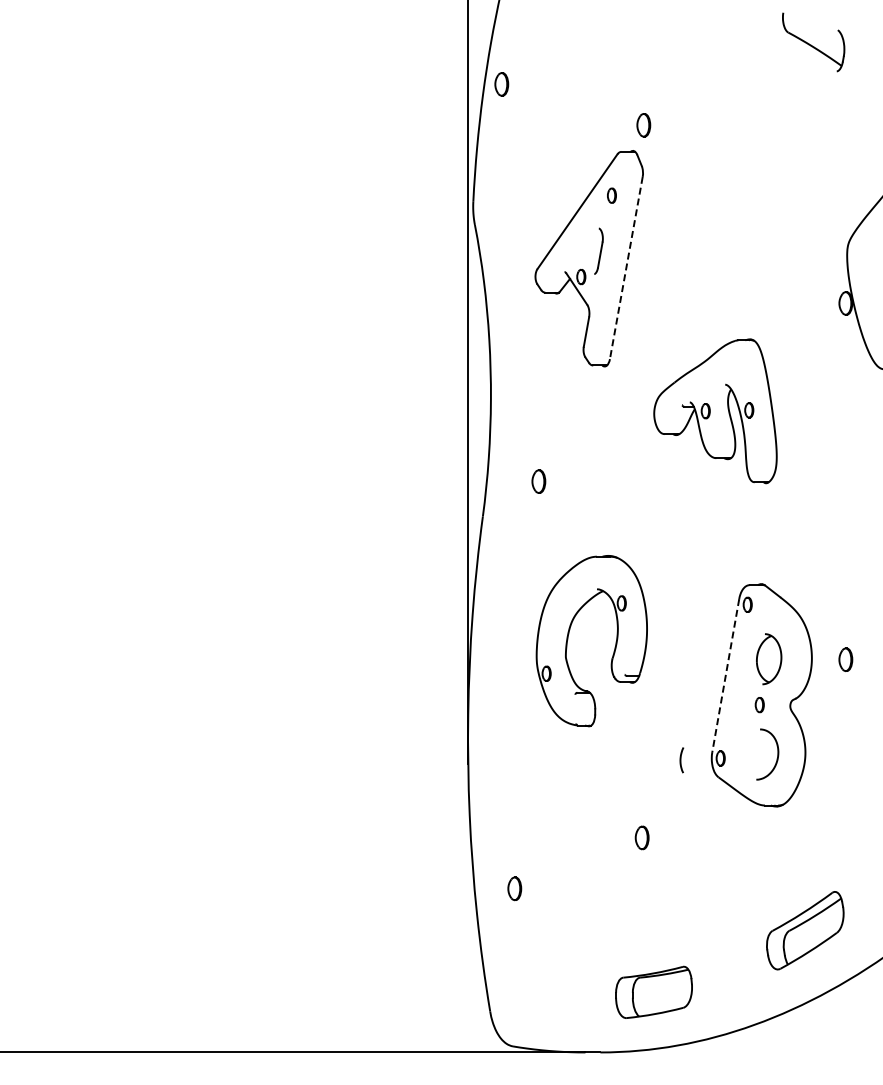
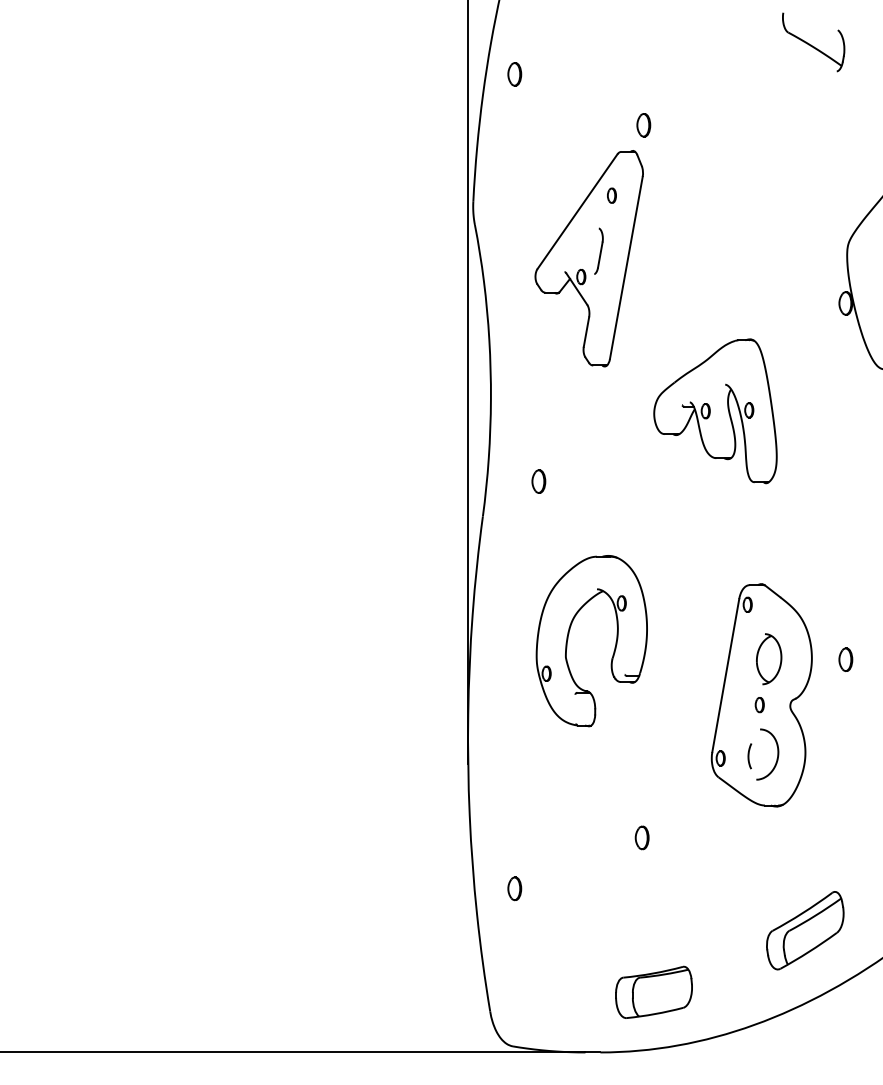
part at (501, 84) position: (501, 84) -> (514, 74)
line at (626, 268): dashed -> solid
line at (725, 675): dashed -> solid
part at (681, 760) position: (681, 760) -> (749, 756)
